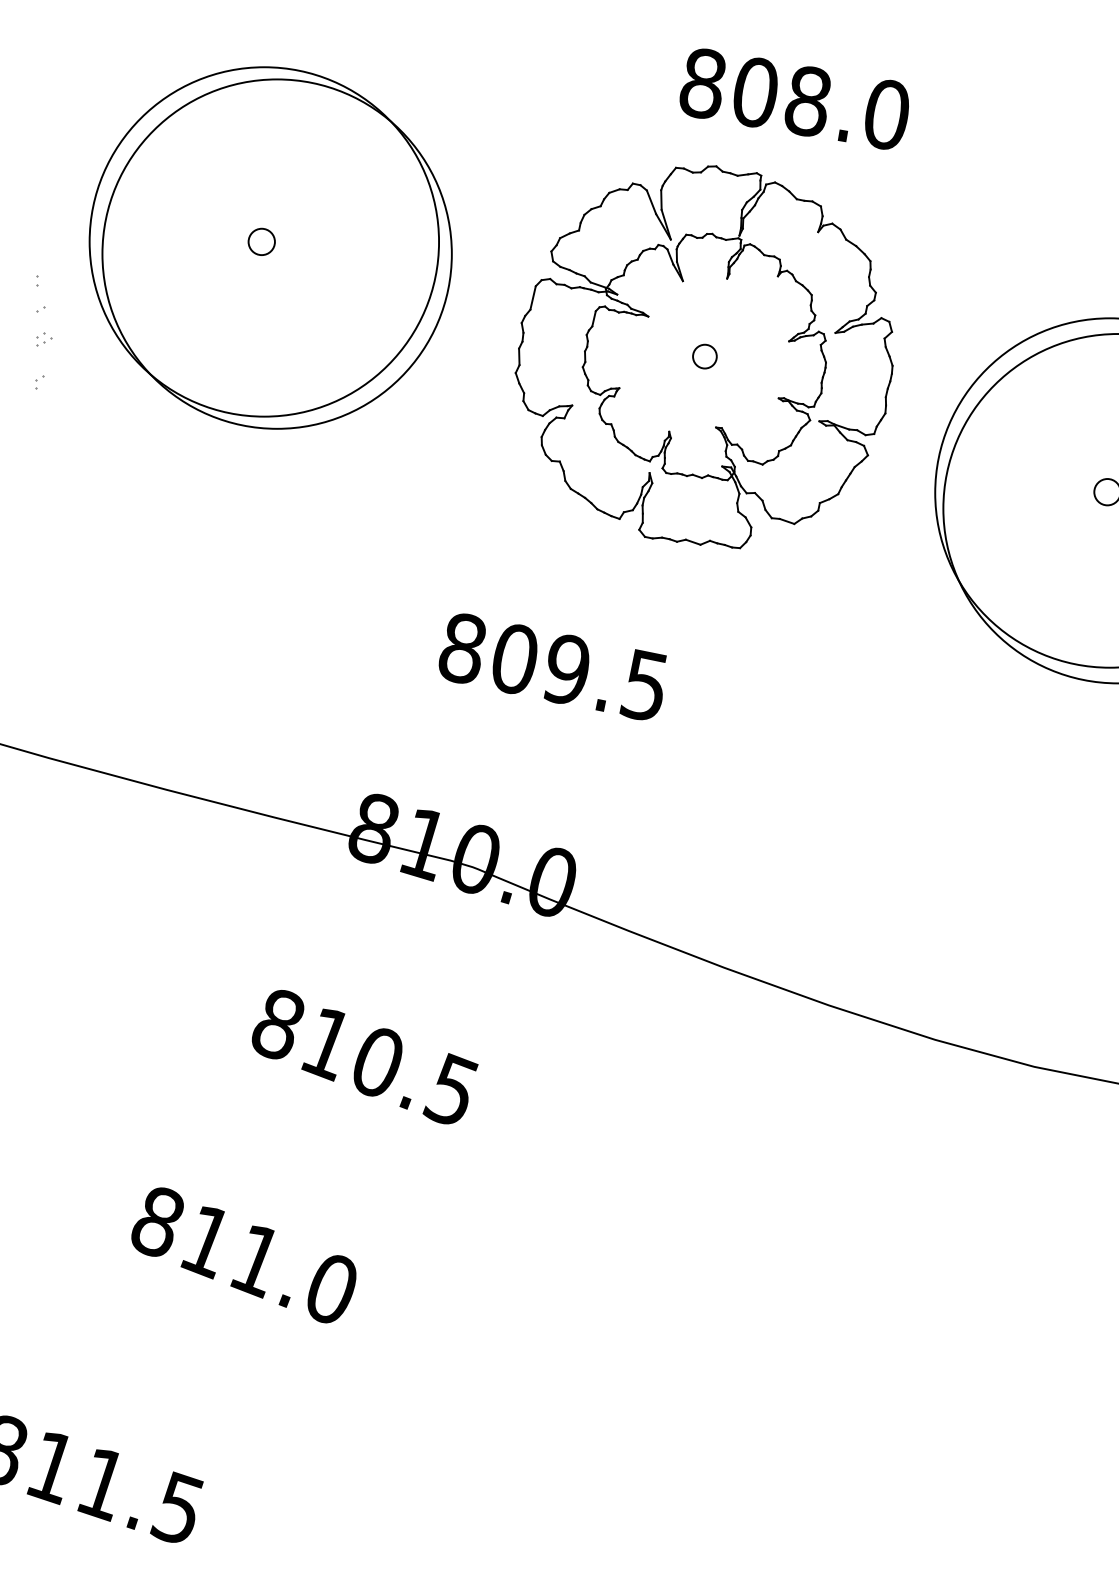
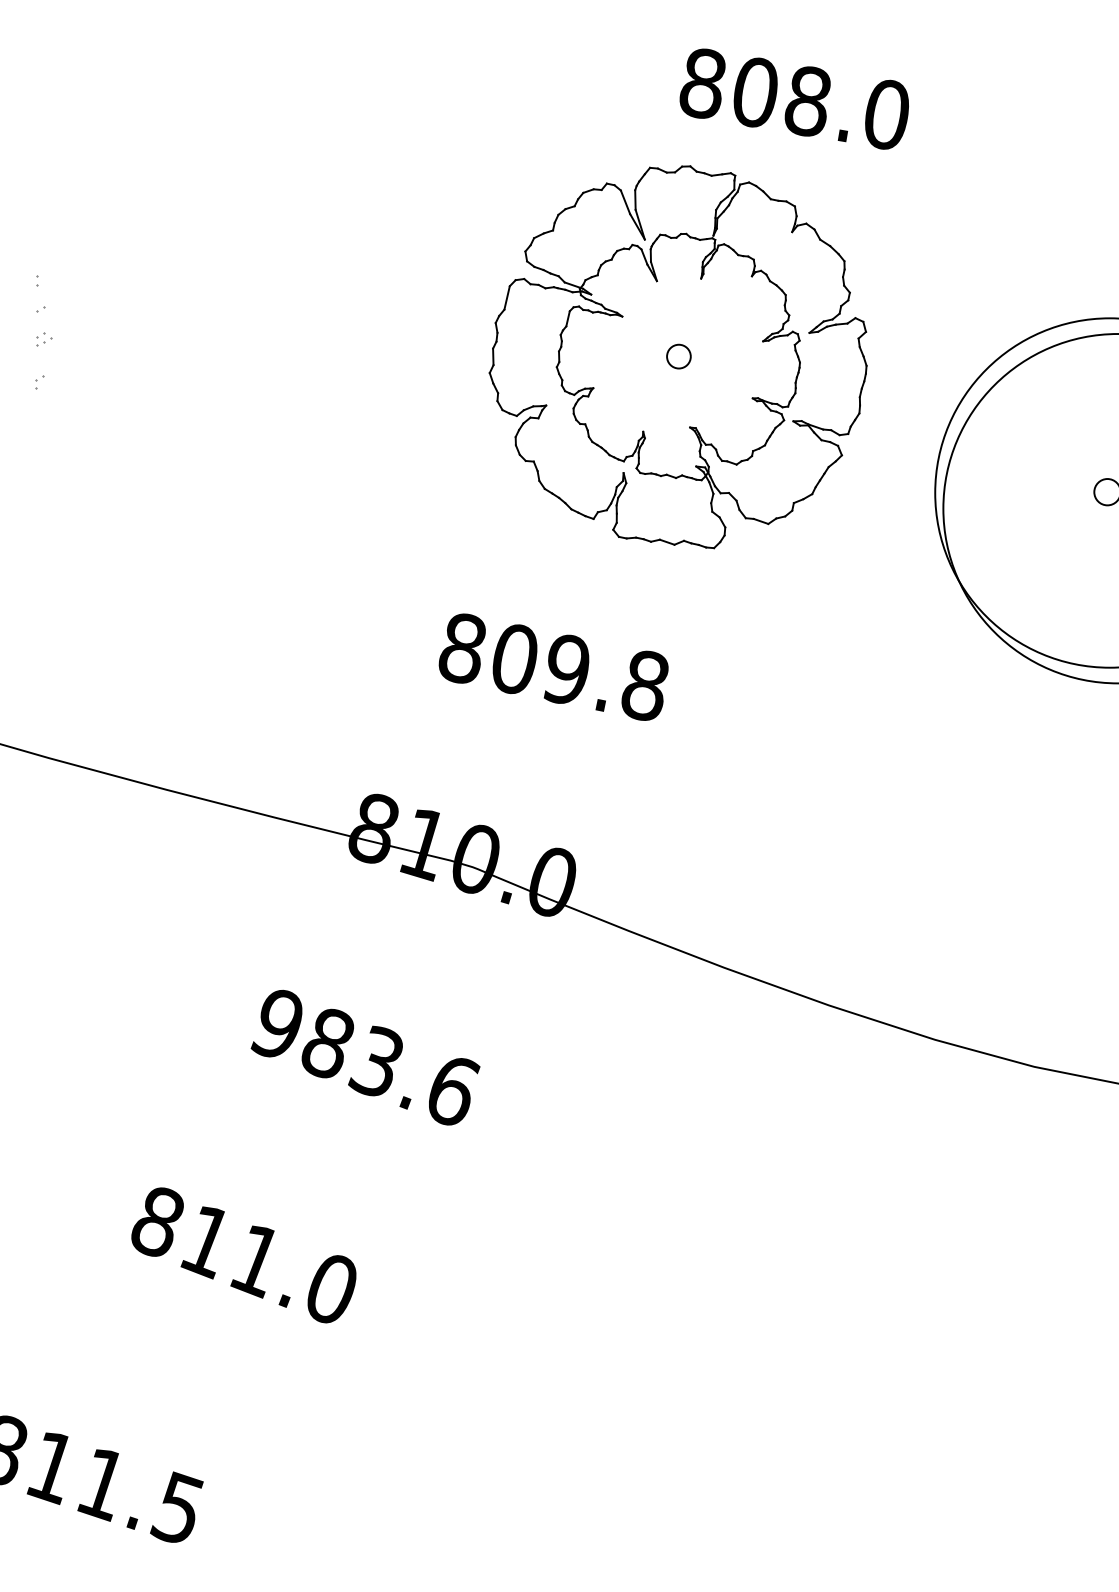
part at (270, 247): present -> none
part at (703, 357) position: (703, 357) -> (677, 357)
text at (643, 684): 809.5 -> 809.8
text at (365, 1057): 810.5 -> 983.6
